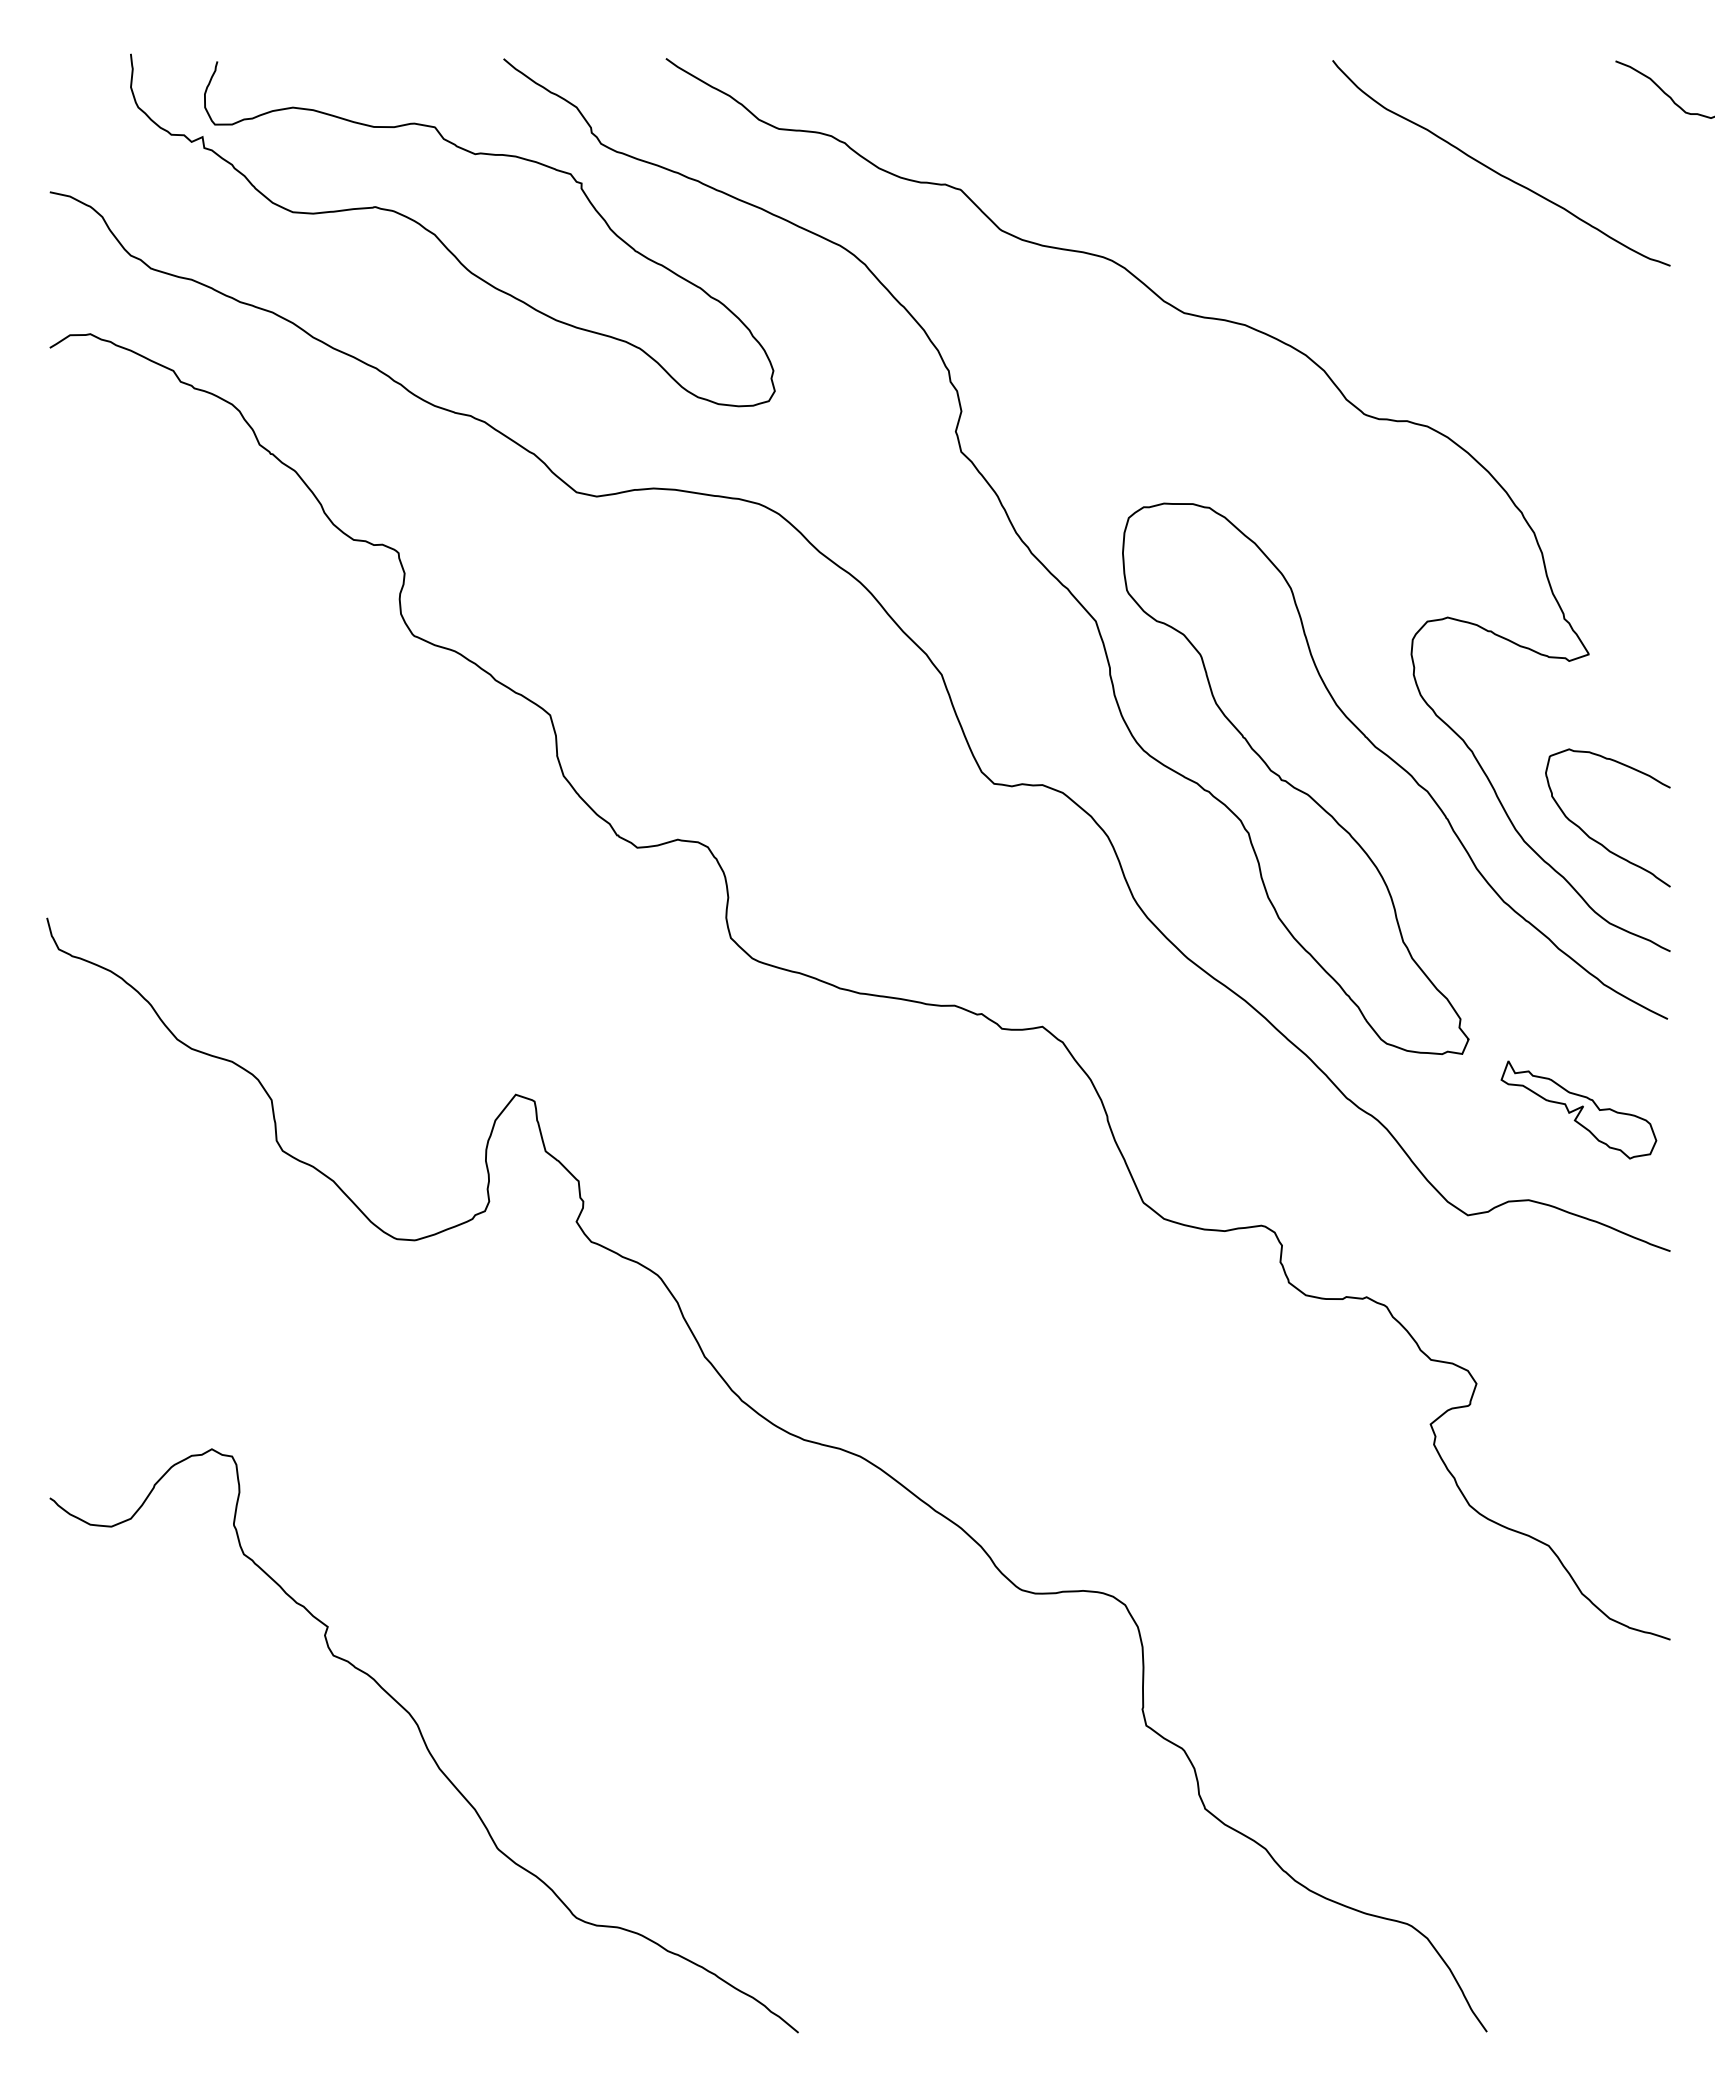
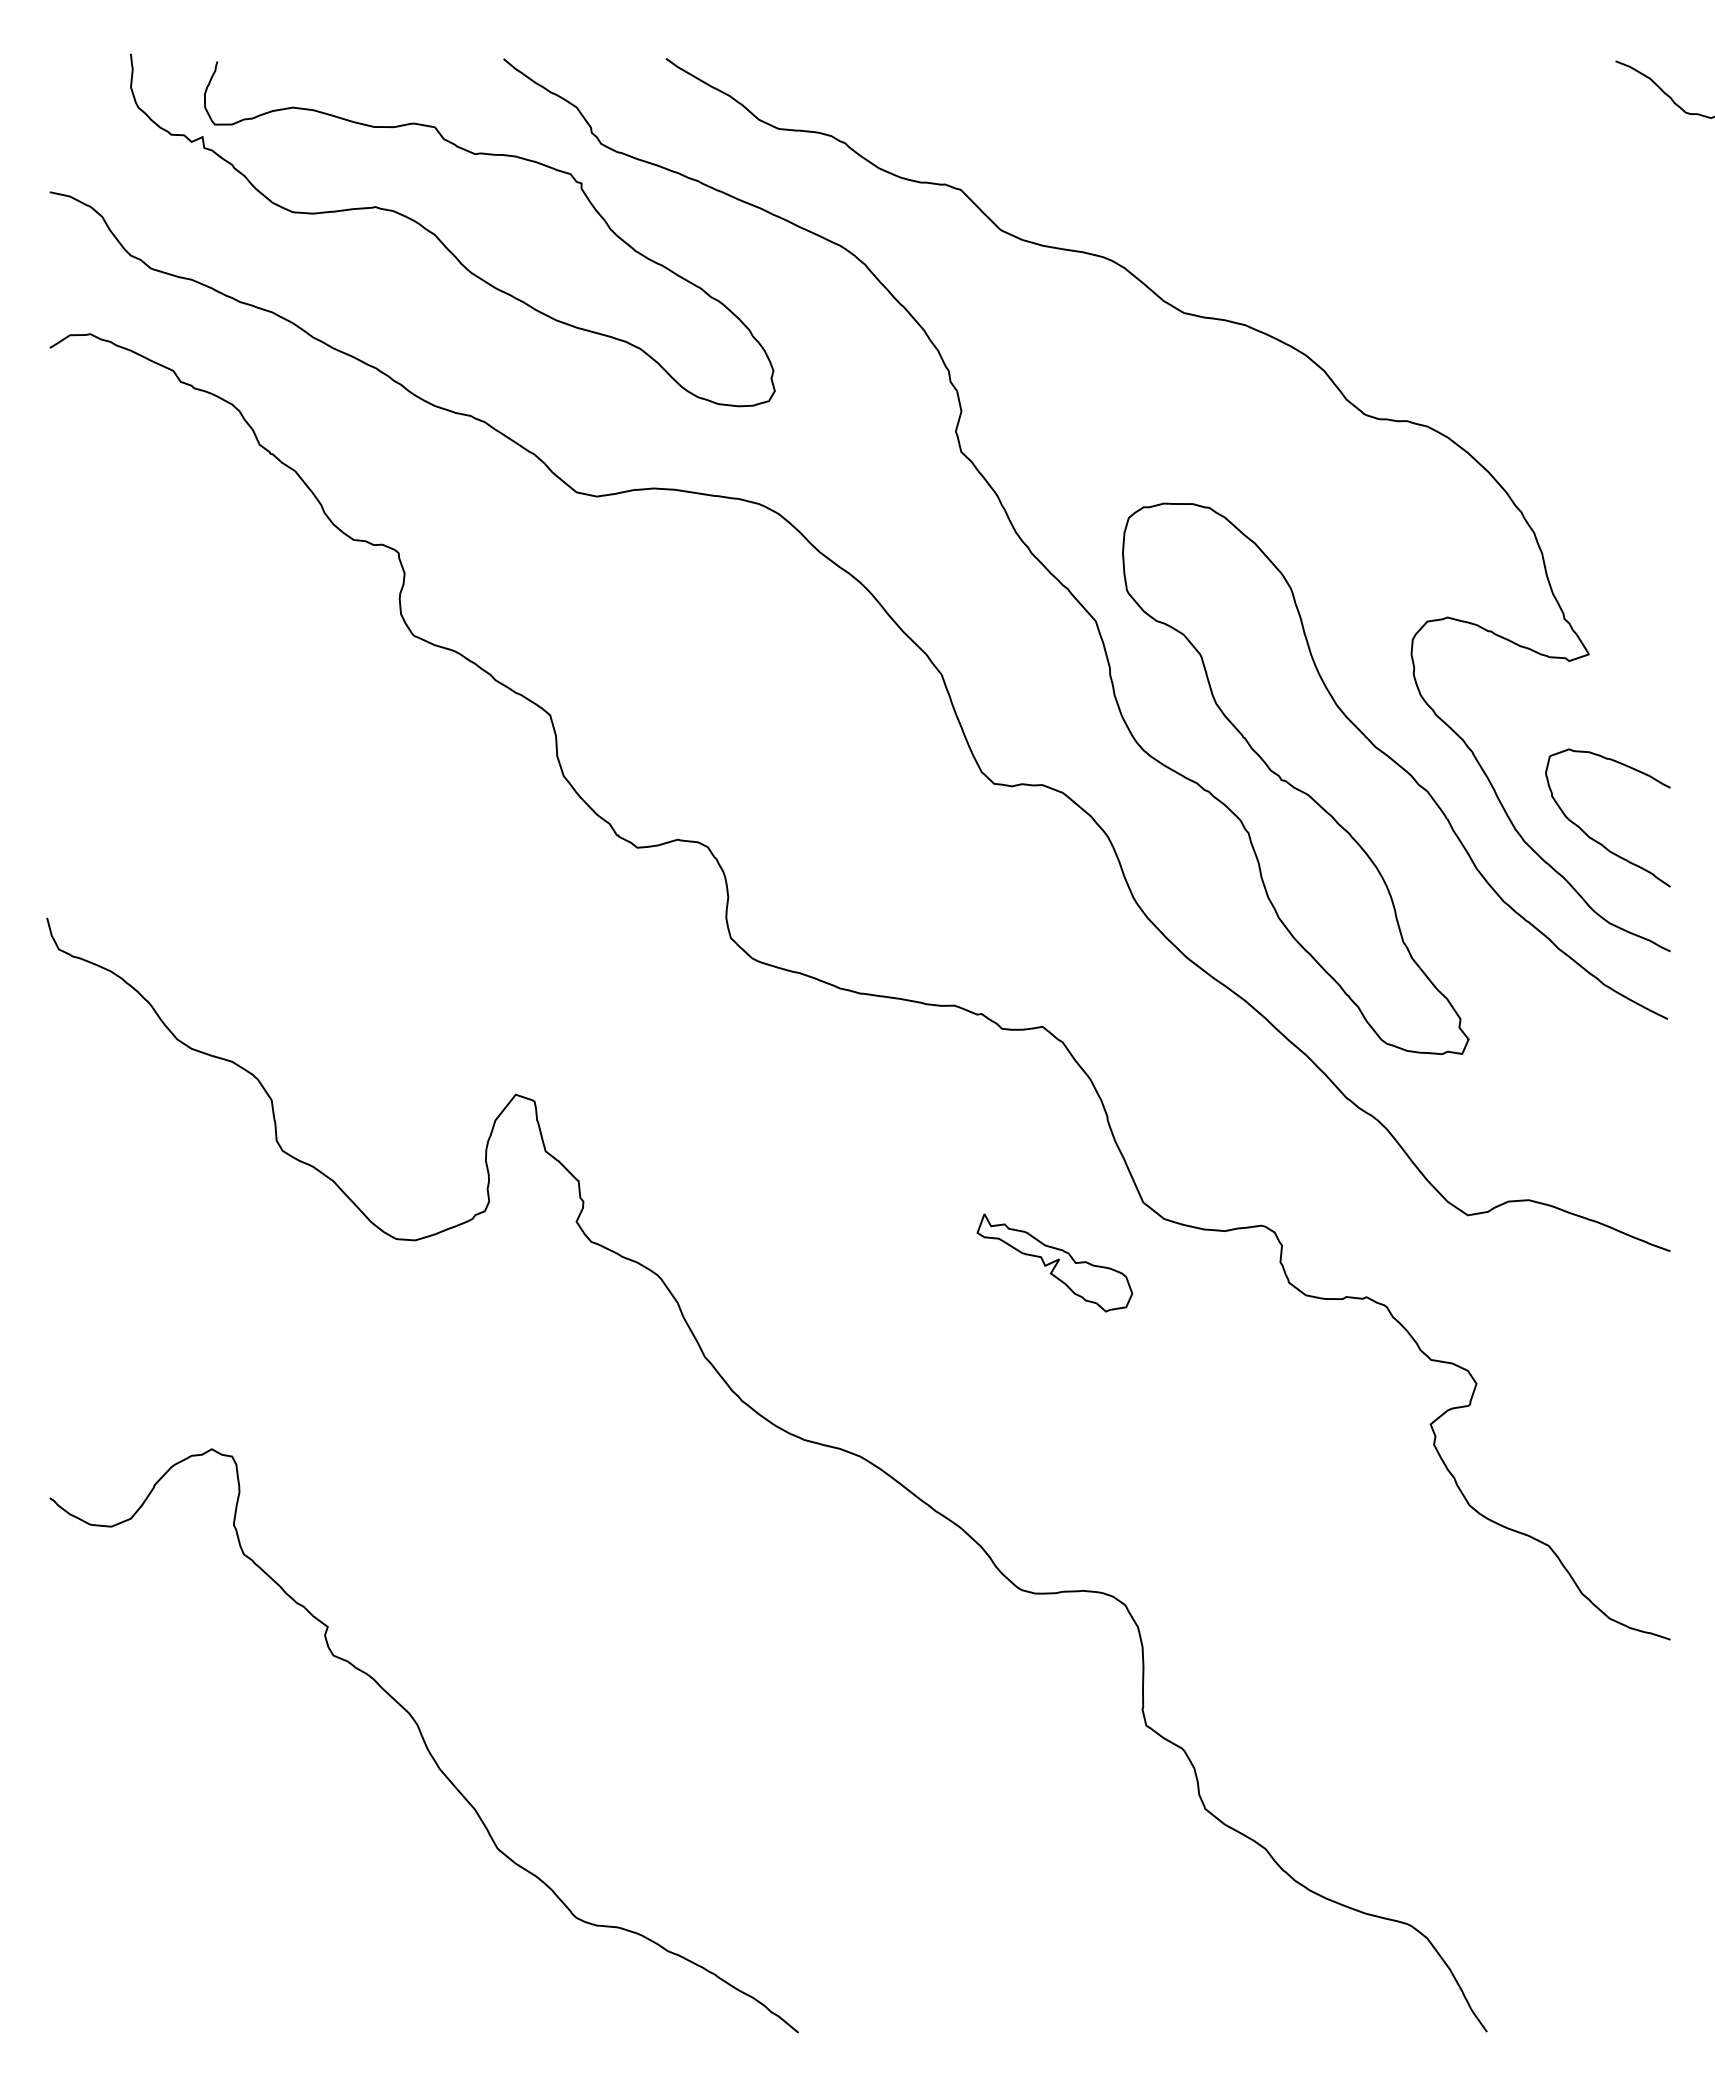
curve at (1495, 170): present -> none
part at (1578, 1109) position: (1578, 1109) -> (1054, 1262)
